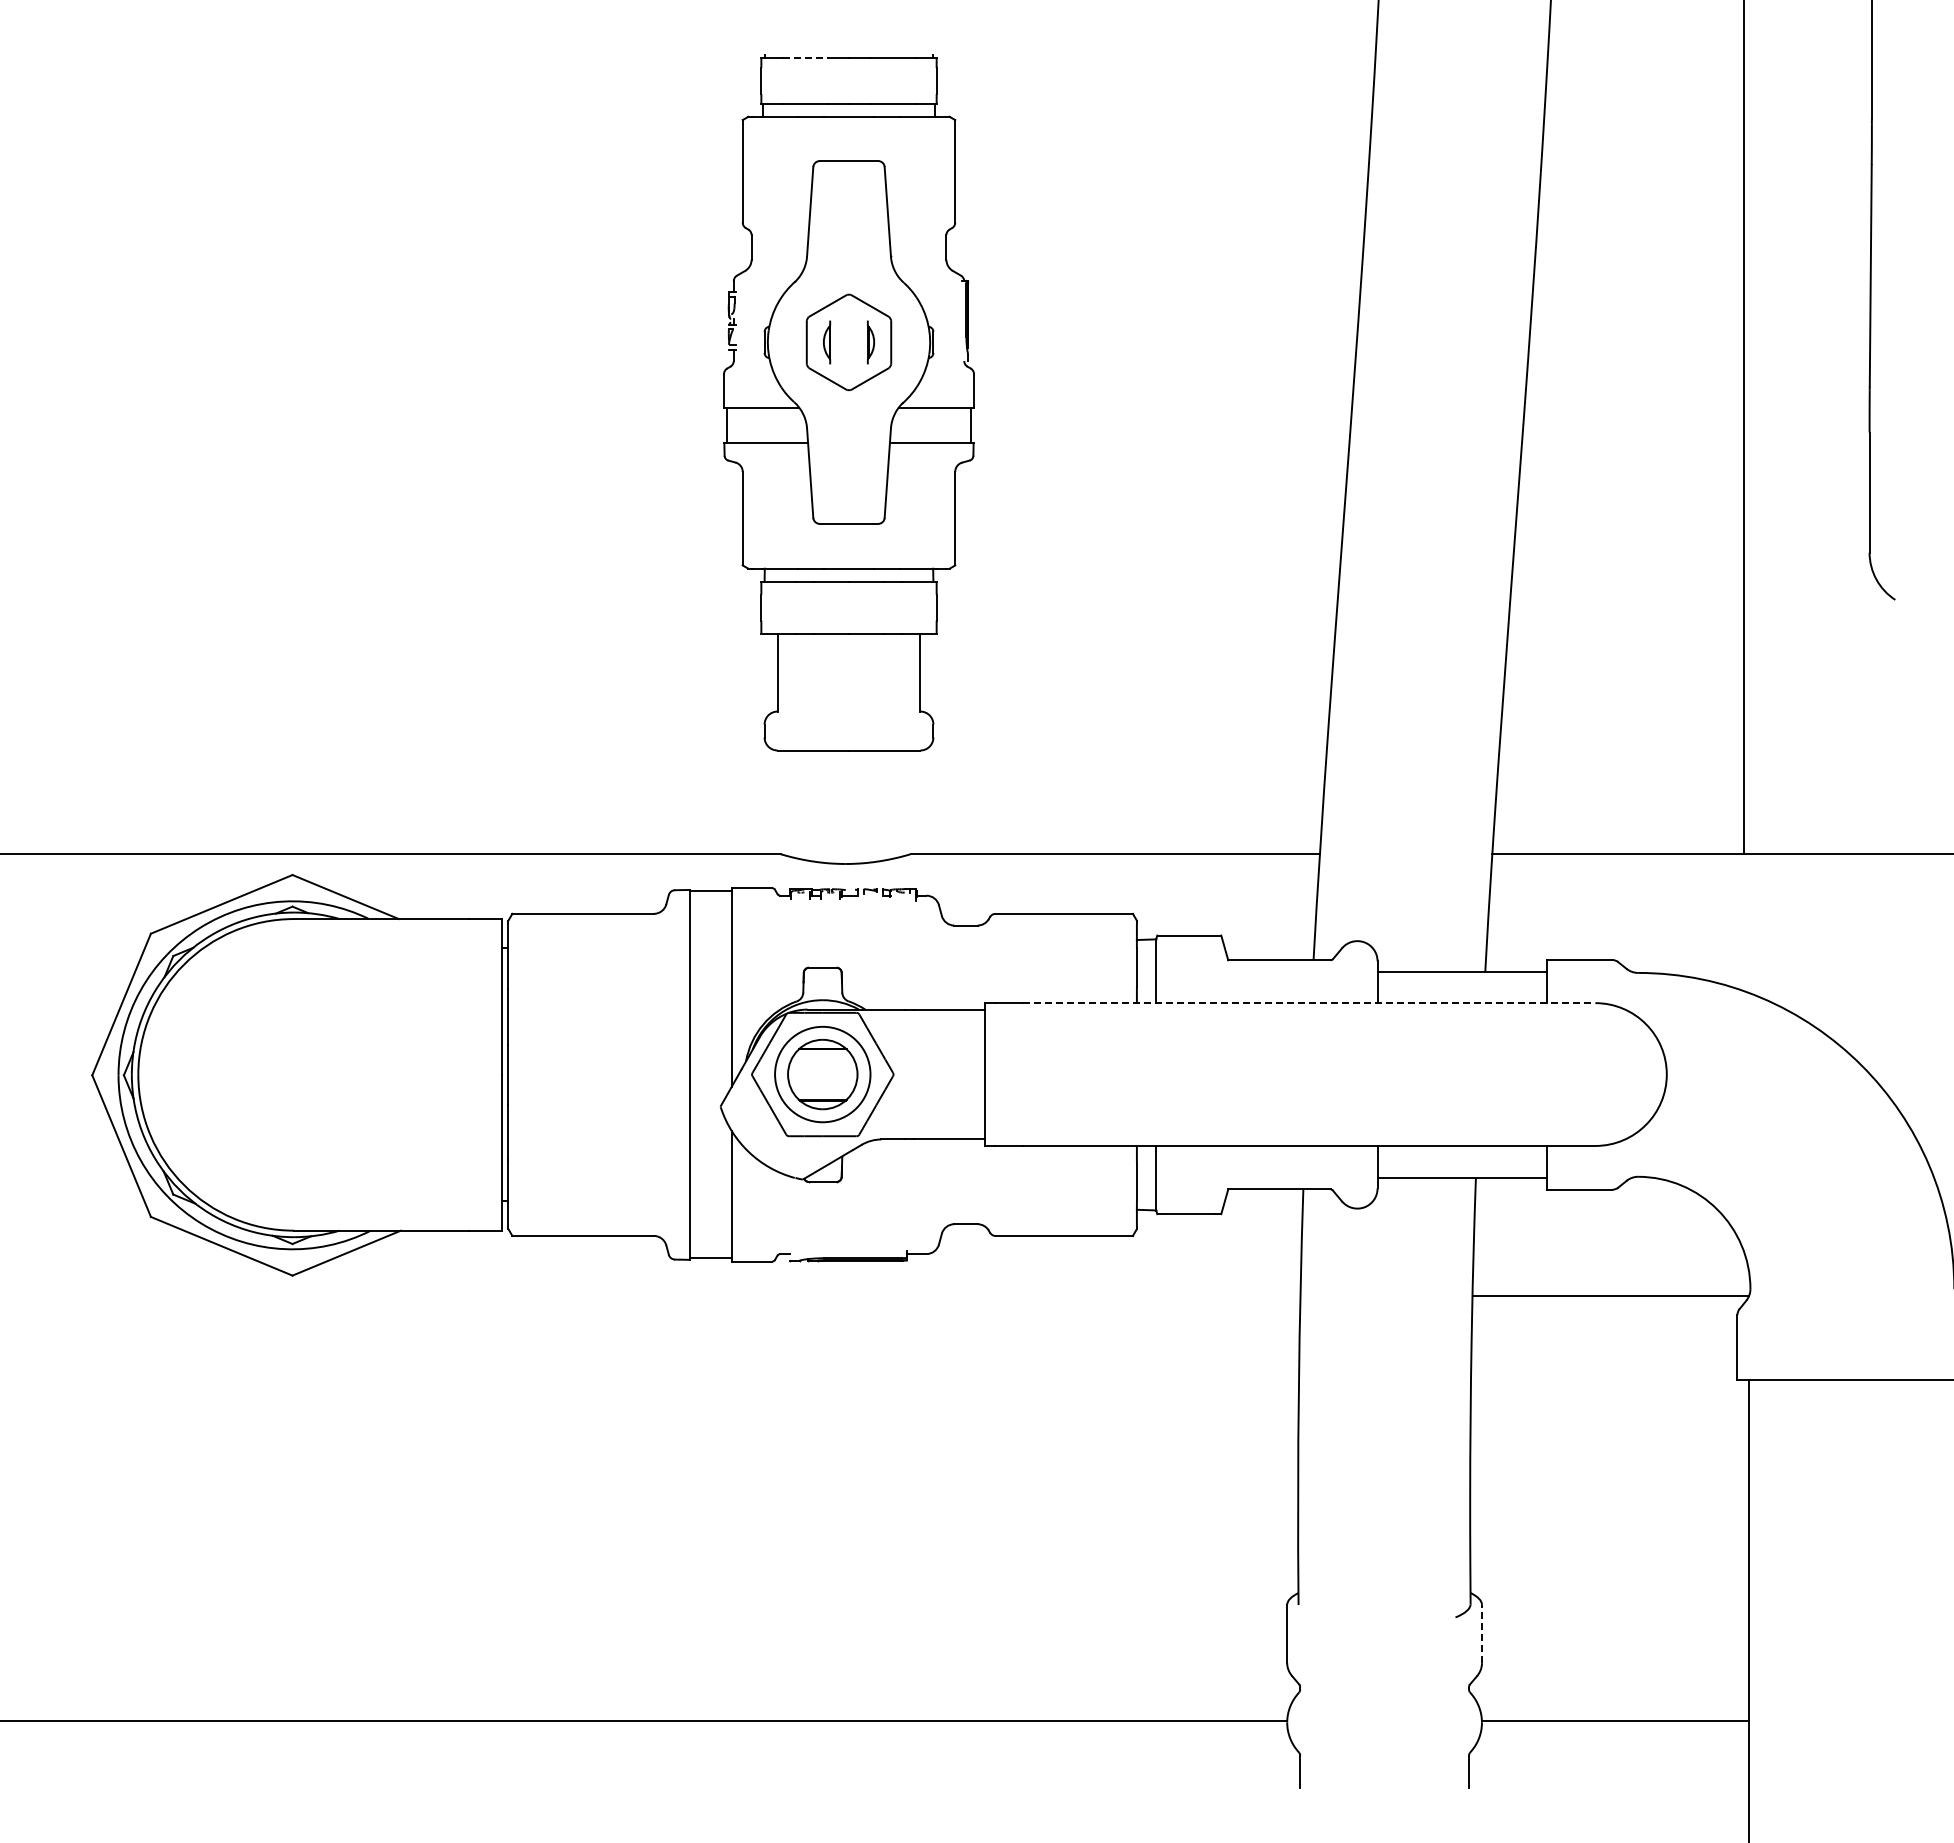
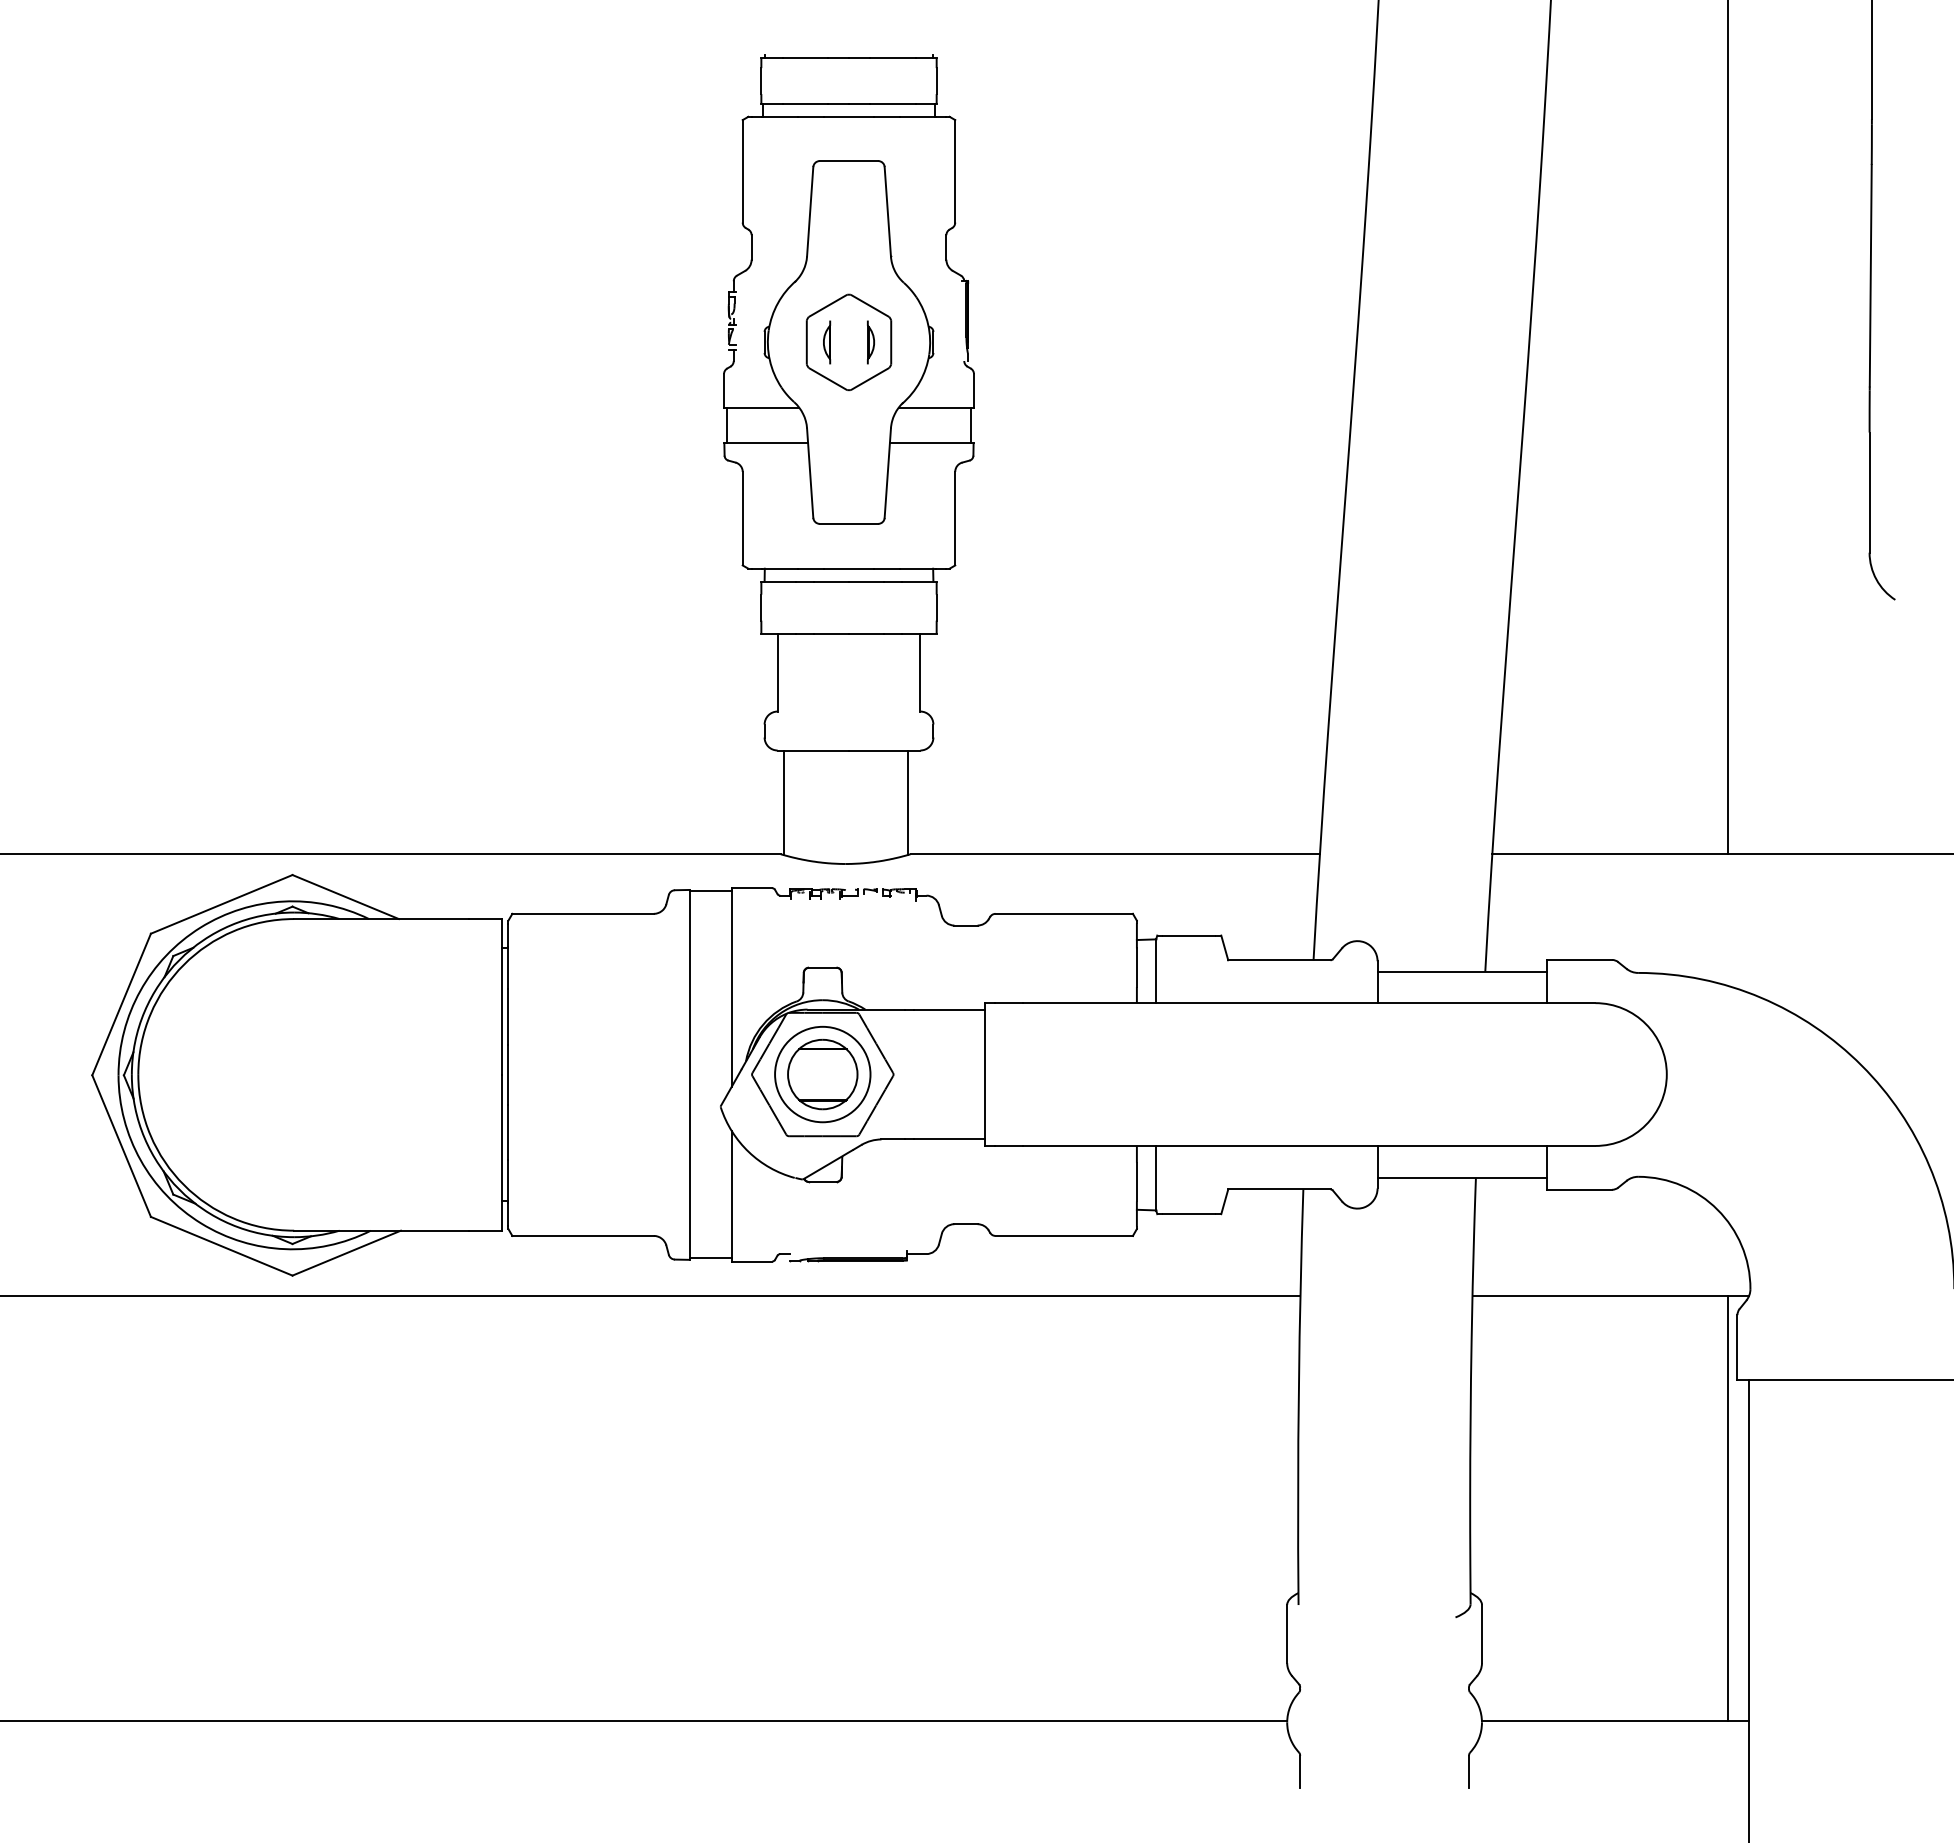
line at (805, 58): dashed -> solid
line at (1743, 428) position: (1743, 428) -> (1727, 428)
line at (783, 802): none -> present
line at (907, 802): none -> present
line at (1309, 1003): dashed -> solid
line at (651, 1296): none -> present
line at (1727, 1508): none -> present
line at (1481, 1633): dashed -> solid
